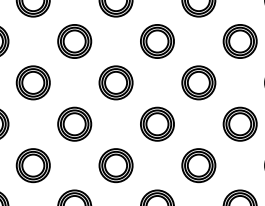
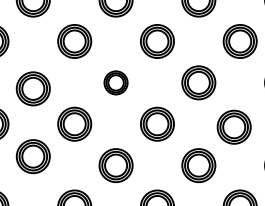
part at (32, 82) position: (32, 82) -> (32, 88)
part at (115, 82) size: 36x36 px -> 26x26 px
part at (239, 123) position: (239, 123) -> (233, 126)
part at (32, 165) position: (32, 165) -> (32, 156)
